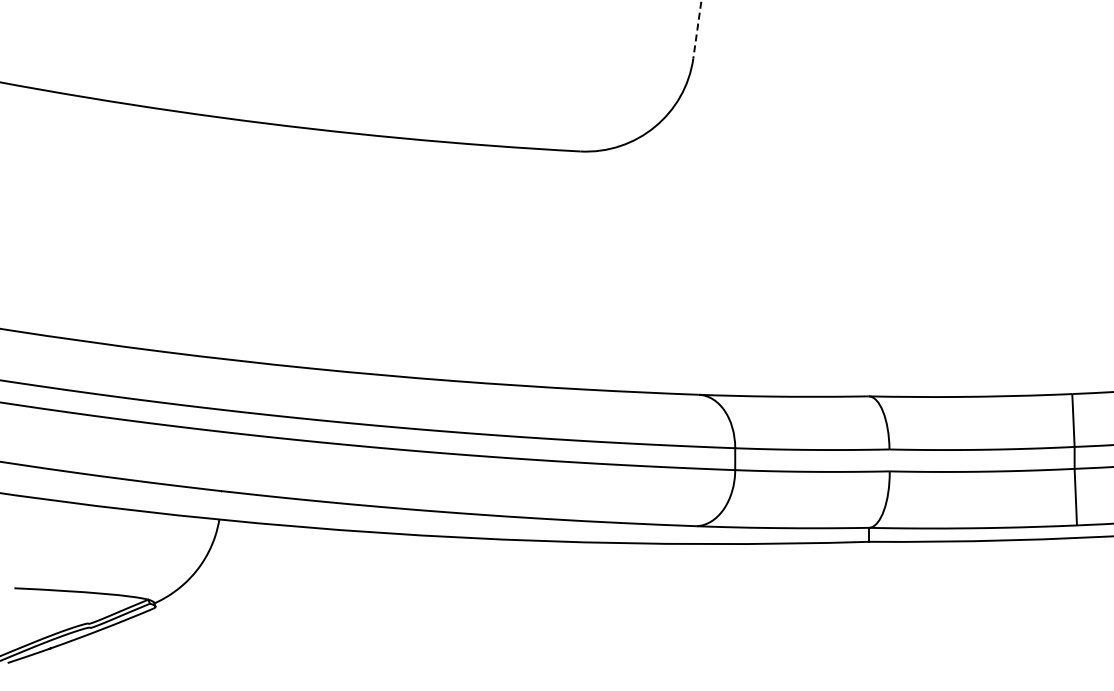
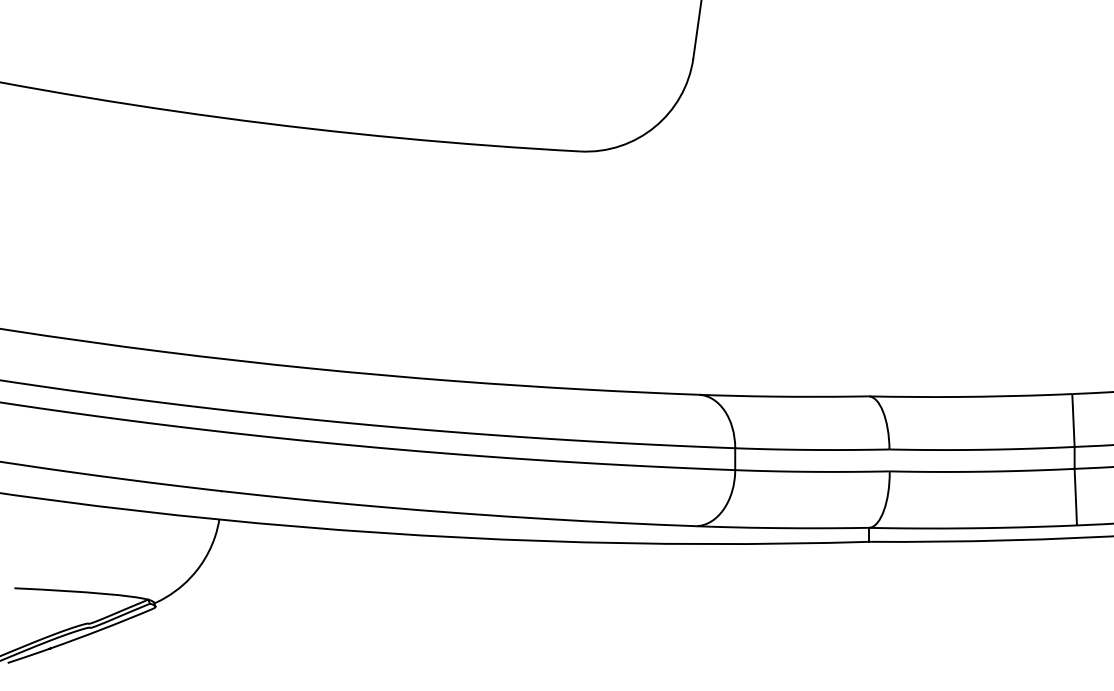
line at (697, 29): dashed -> solid
